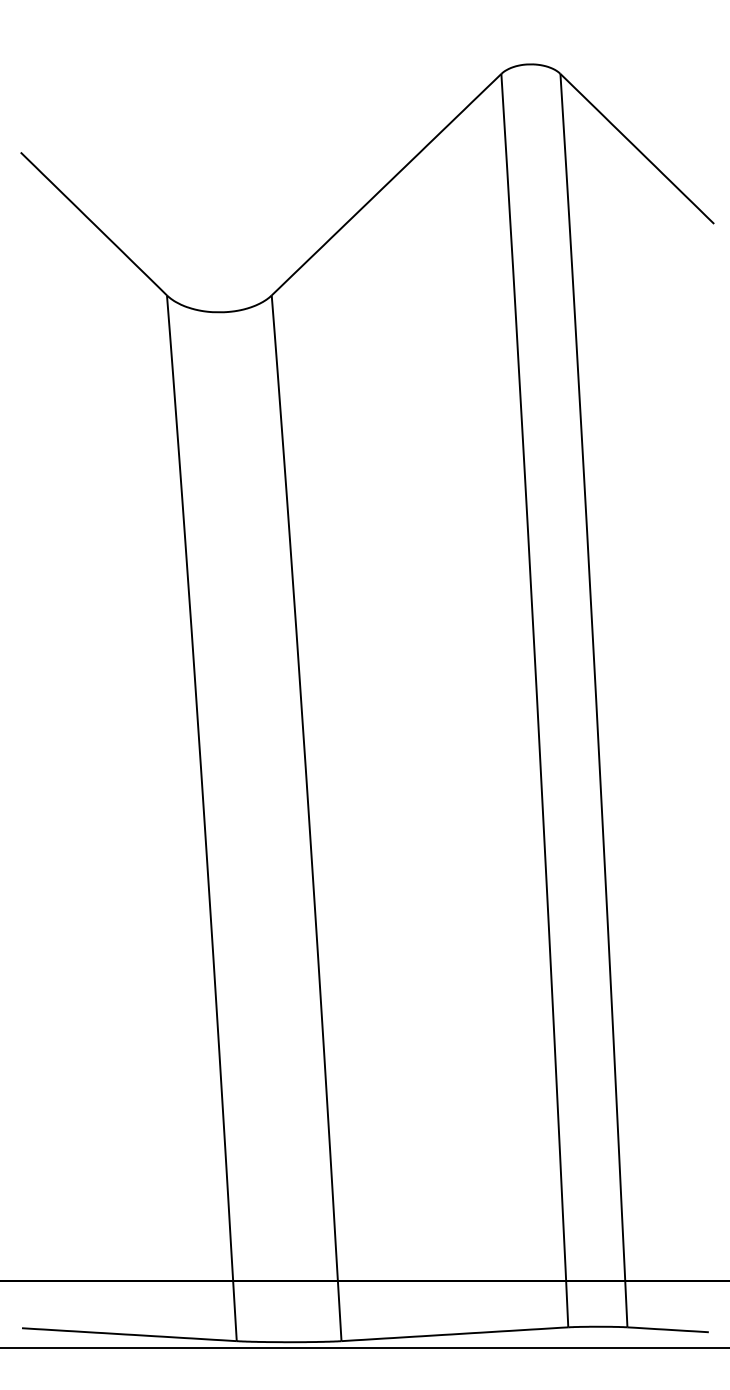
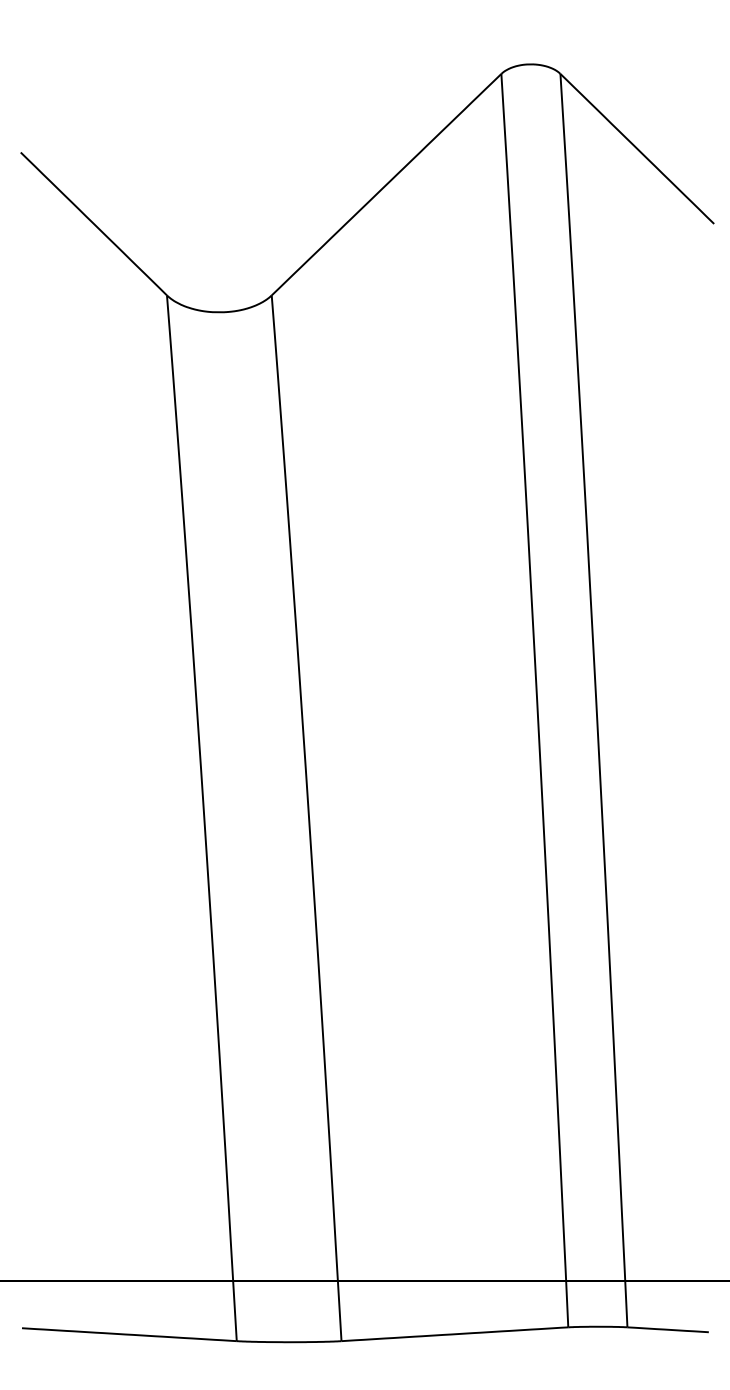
line at (364, 1348): present -> none
